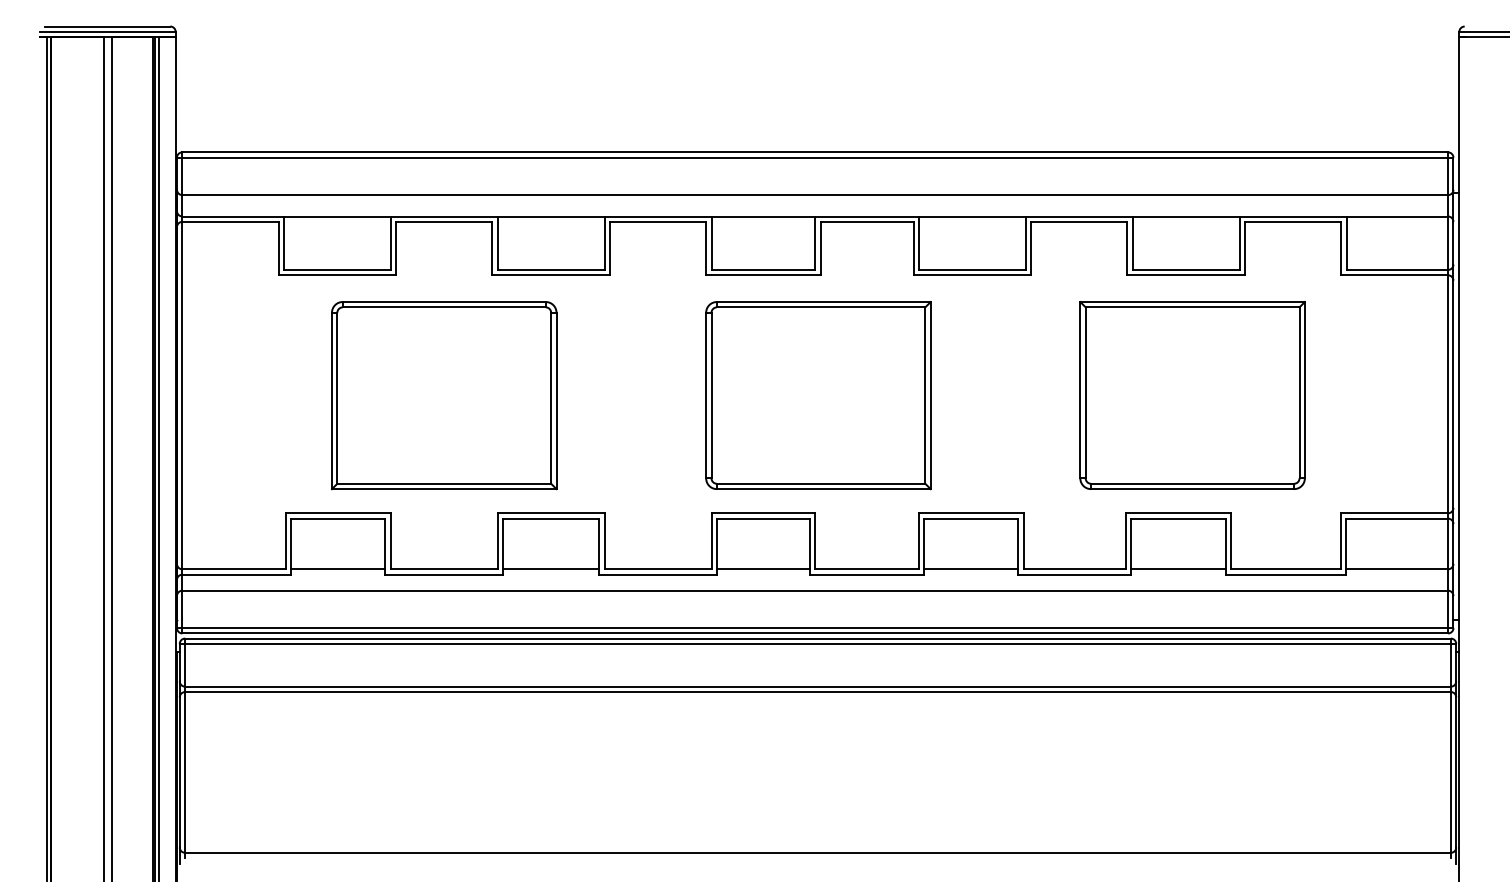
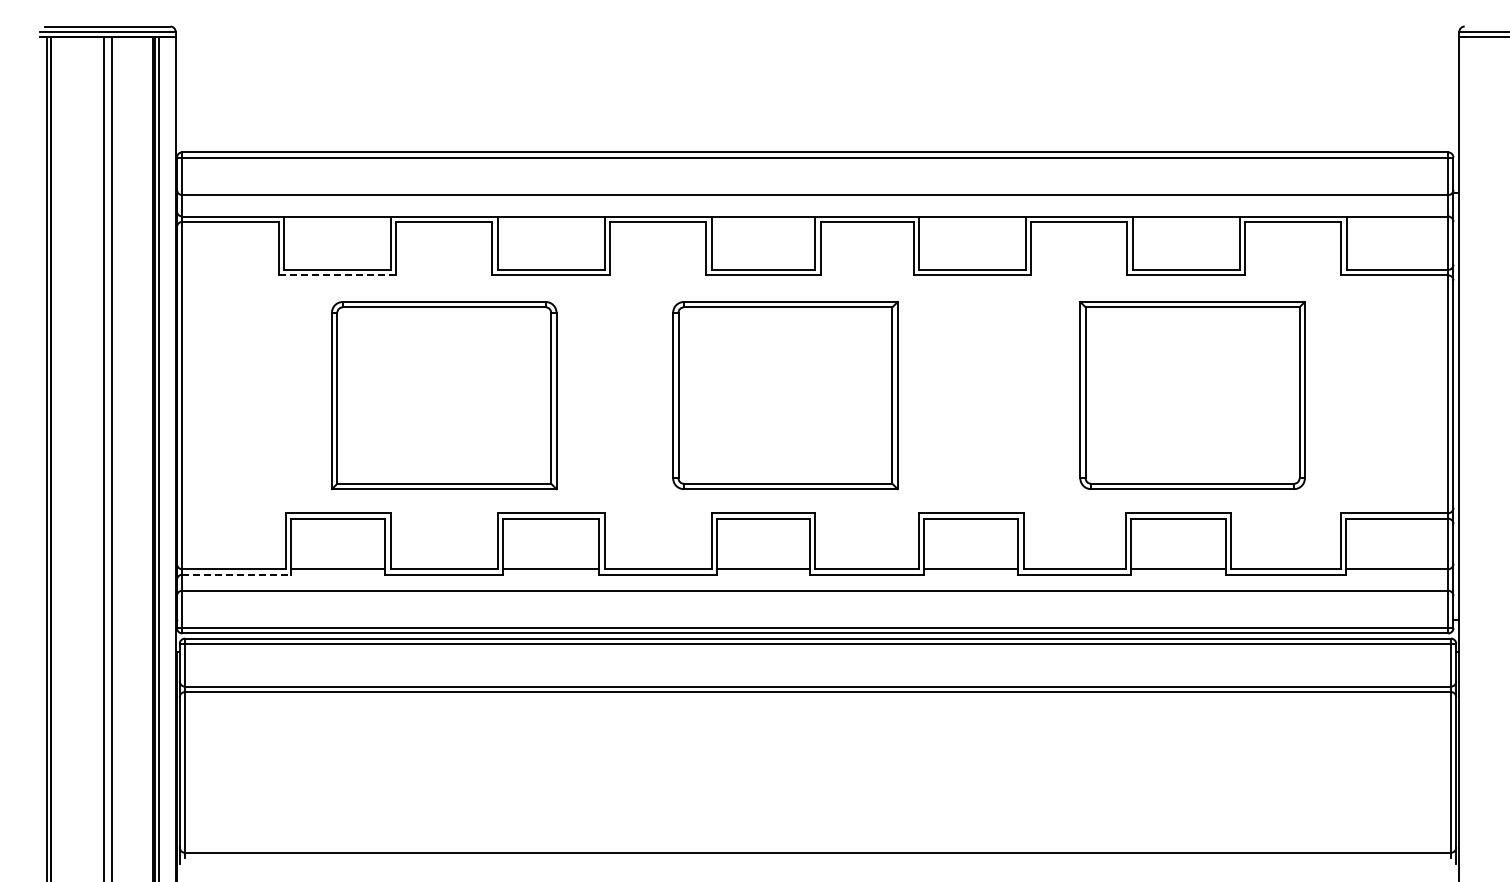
line at (337, 275): solid -> dashed
part at (818, 395) position: (818, 395) -> (785, 395)
line at (237, 574): solid -> dashed
